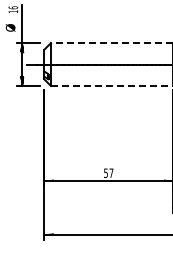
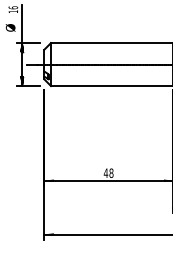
line at (111, 43): dashed -> solid
line at (111, 86): dashed -> solid
text at (108, 173): 57 -> 48
